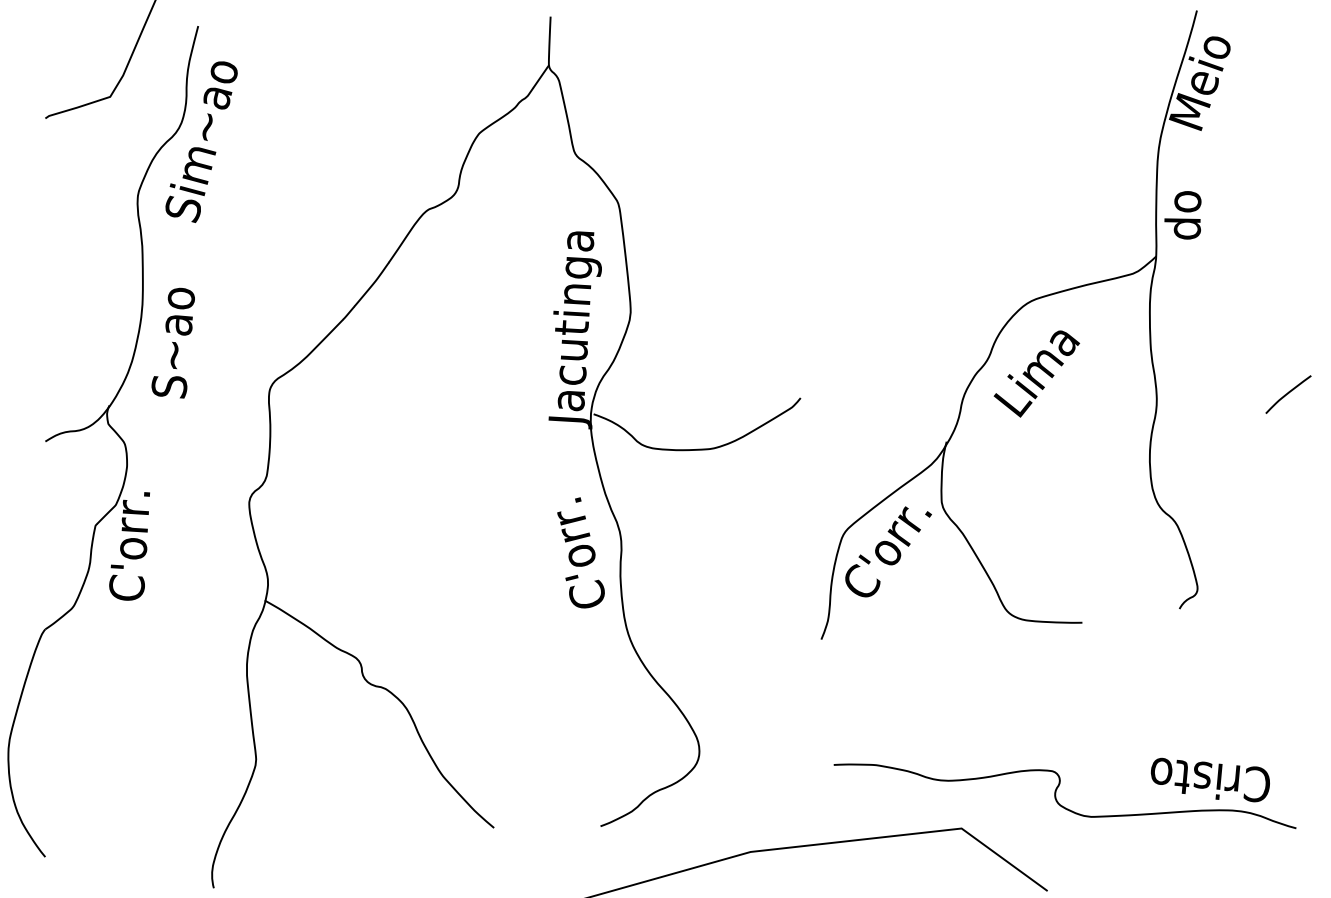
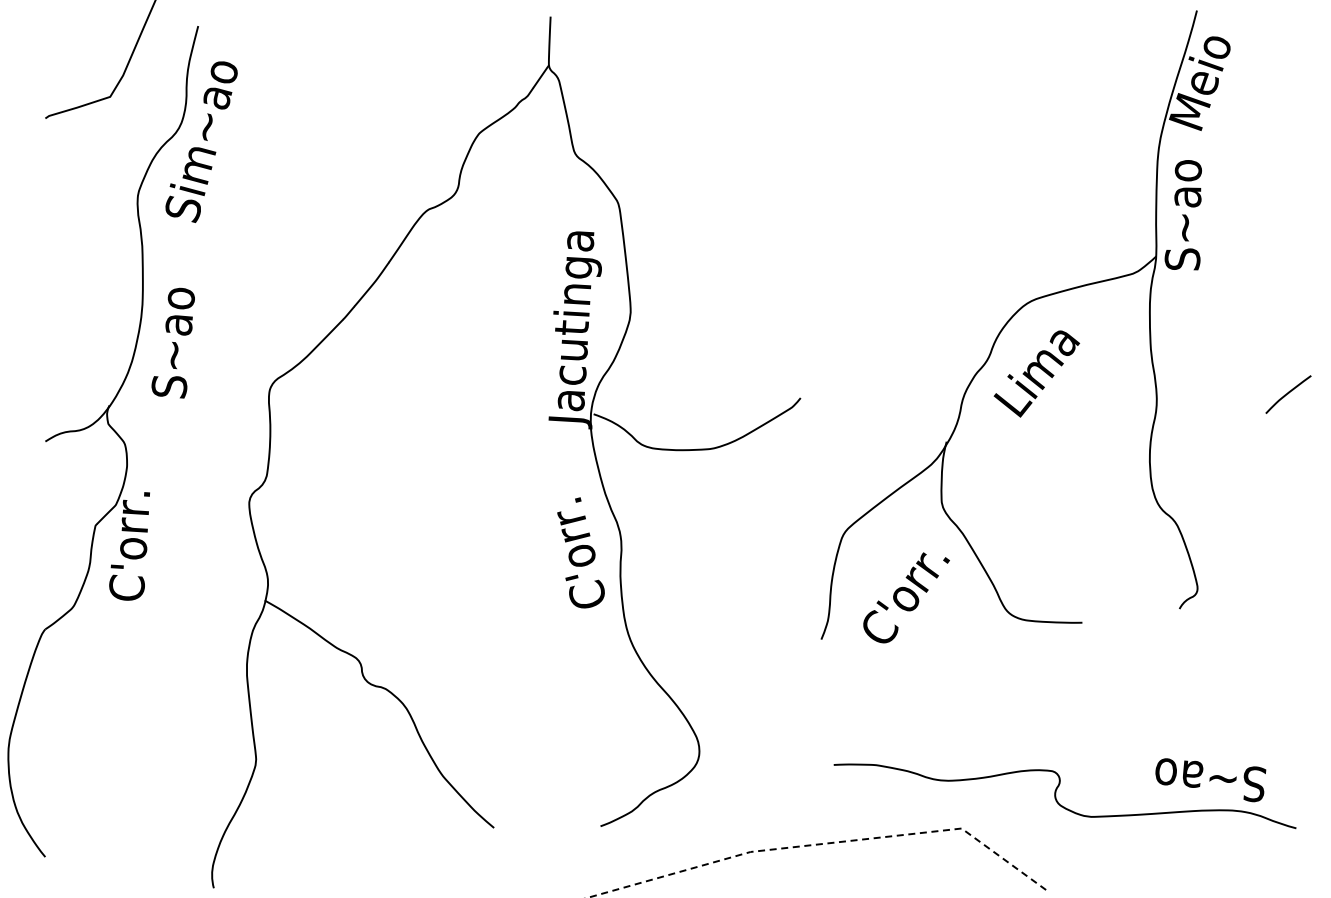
text at (1183, 215): do -> S~ao
text at (888, 551) position: (888, 551) -> (906, 597)
text at (1209, 779): Cristo -> S~ao
line at (825, 843): solid -> dashed
